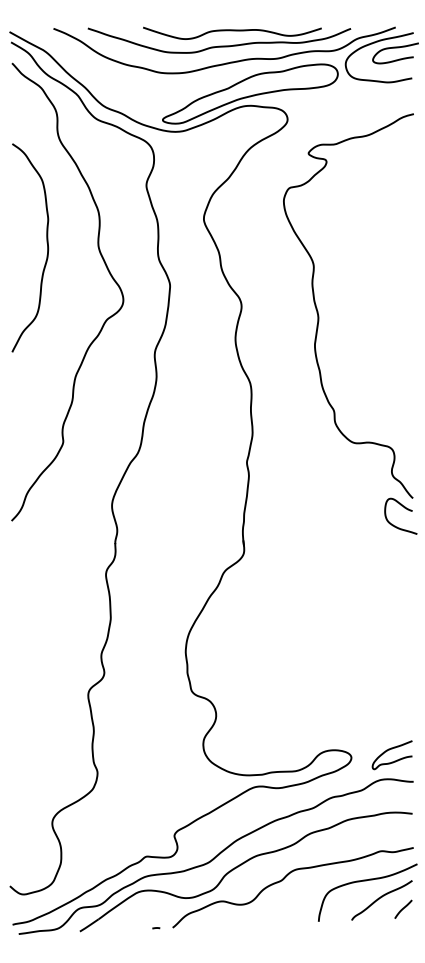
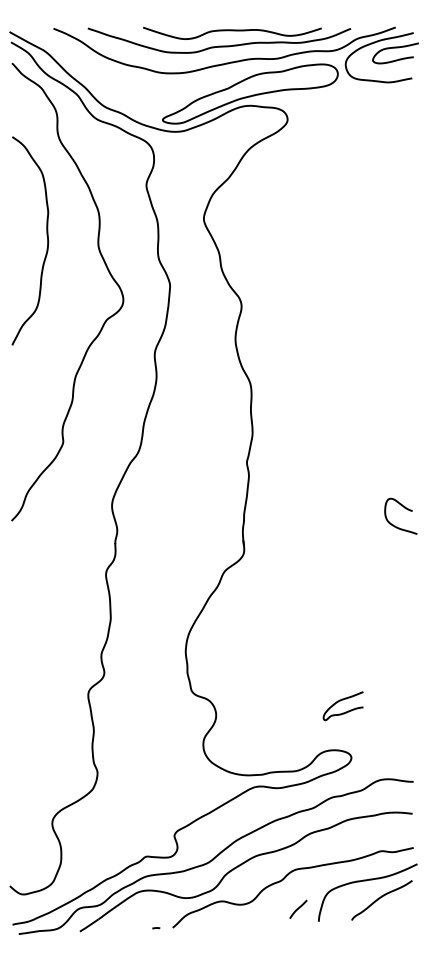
curve at (46, 243) position: (46, 243) -> (46, 236)
curve at (318, 311): present -> none
curve at (389, 750) position: (389, 750) -> (340, 701)
curve at (403, 908) position: (403, 908) -> (298, 908)
